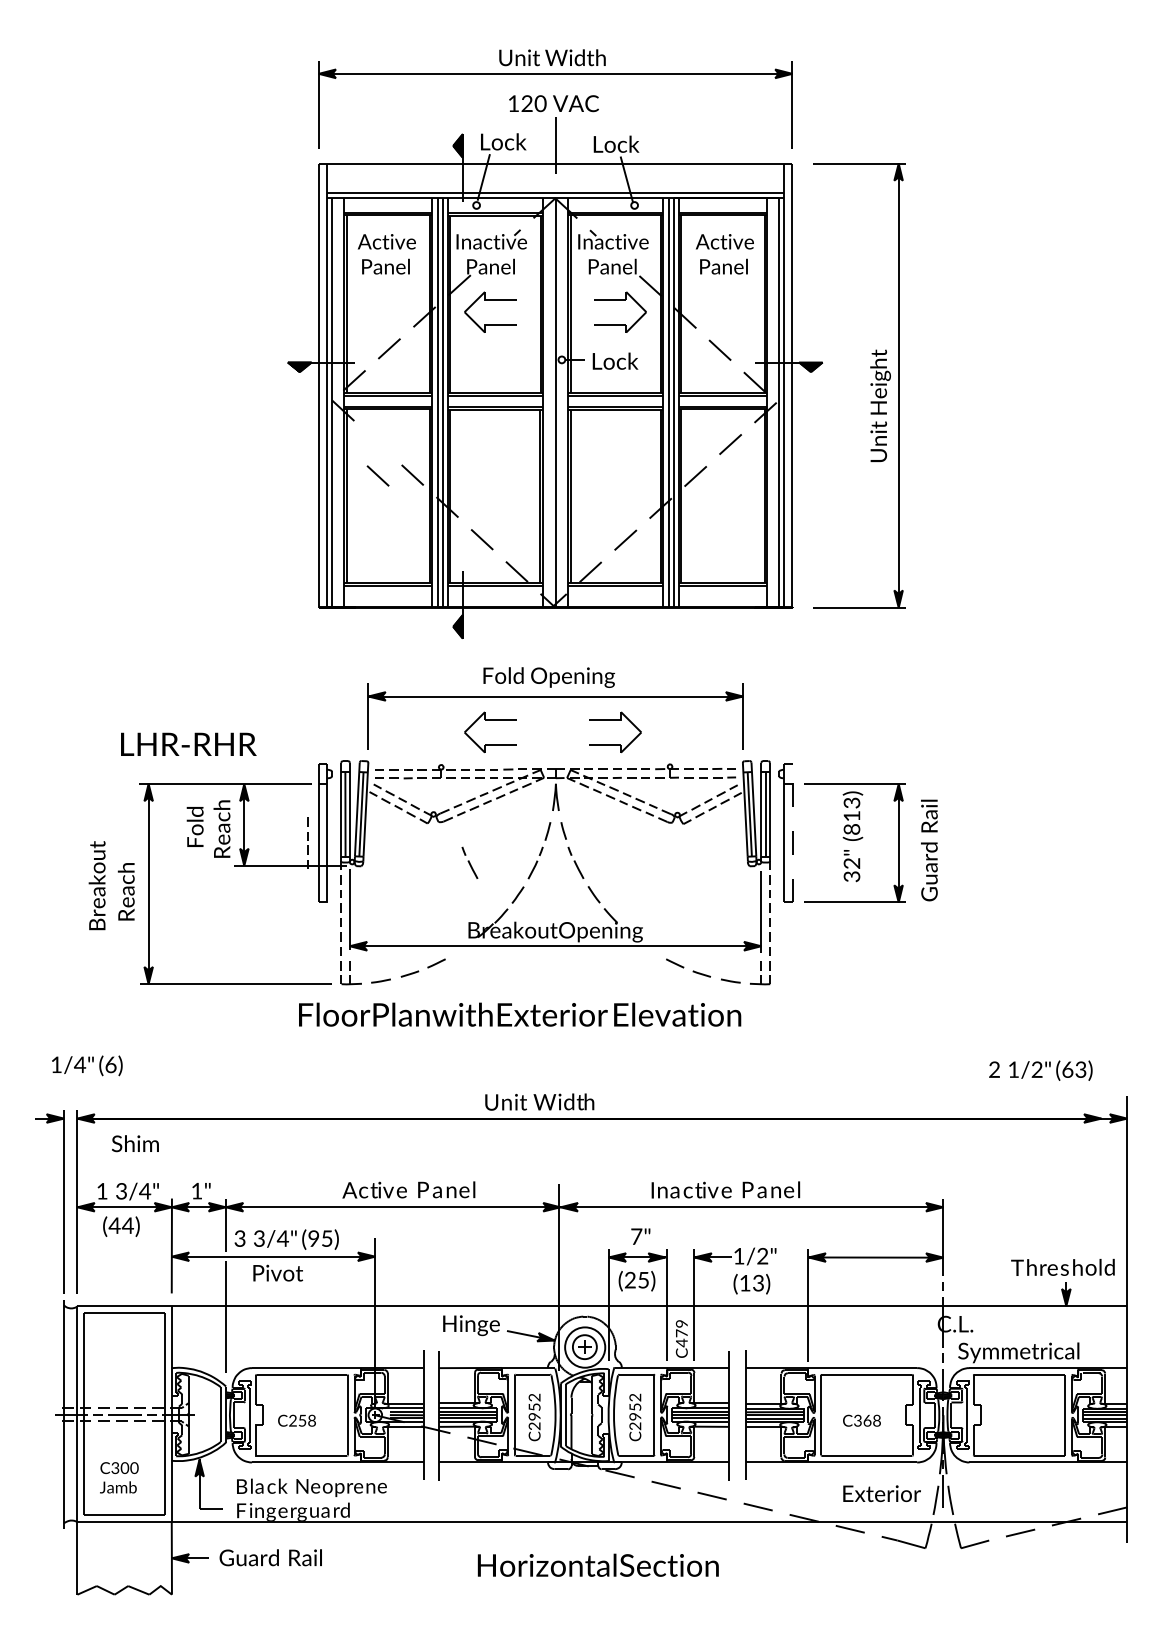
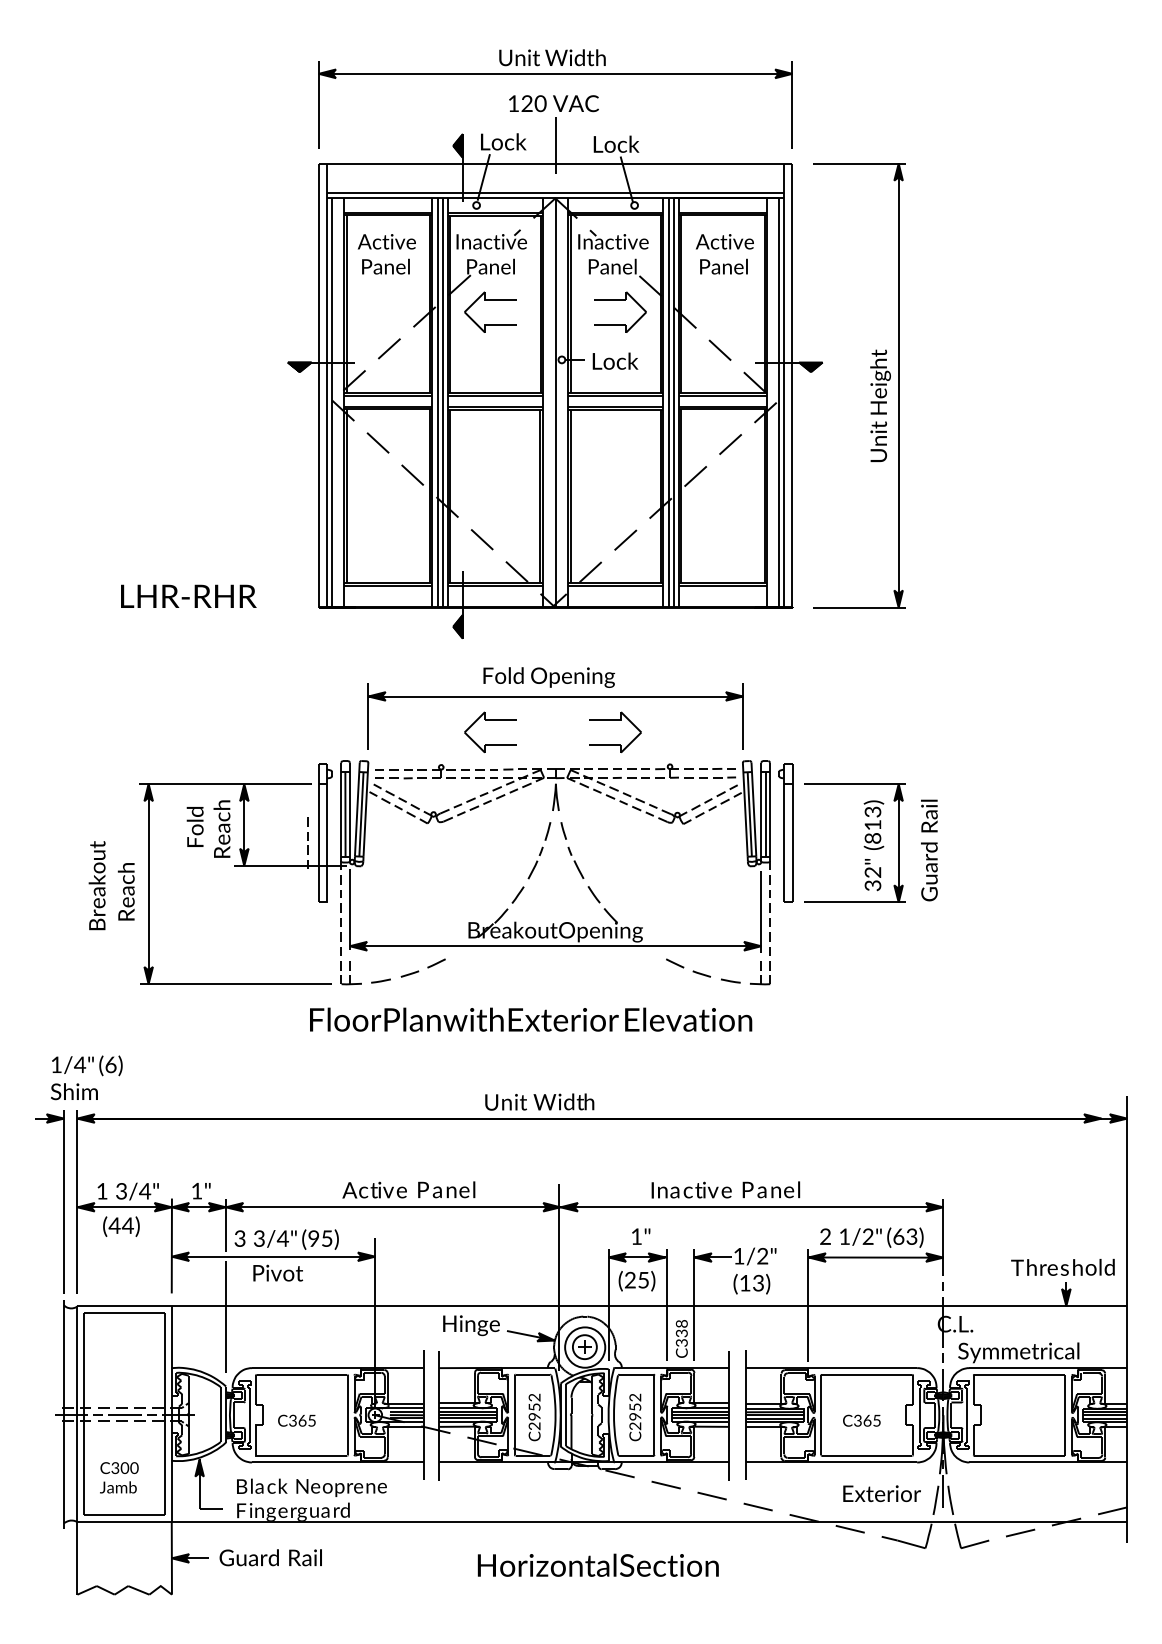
line at (377, 475) position: (377, 475) -> (377, 442)
text at (188, 743) position: (188, 743) -> (188, 595)
line at (792, 832): dashed -> solid
text at (852, 836) position: (852, 836) -> (873, 845)
line at (469, 862): present -> none
text at (520, 1014) position: (520, 1014) -> (531, 1019)
text at (1040, 1070) position: (1040, 1070) -> (871, 1237)
text at (135, 1143) position: (135, 1143) -> (74, 1091)
text at (636, 1236): 7" -> 1"
text at (681, 1333): C479 -> C338
text at (302, 1420): C258 -> C365
text at (876, 1420): C368 -> C365
